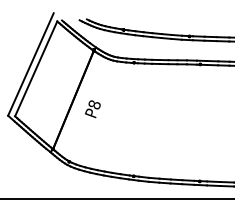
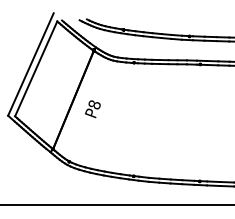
line at (116, 198) position: (116, 198) -> (116, 204)
